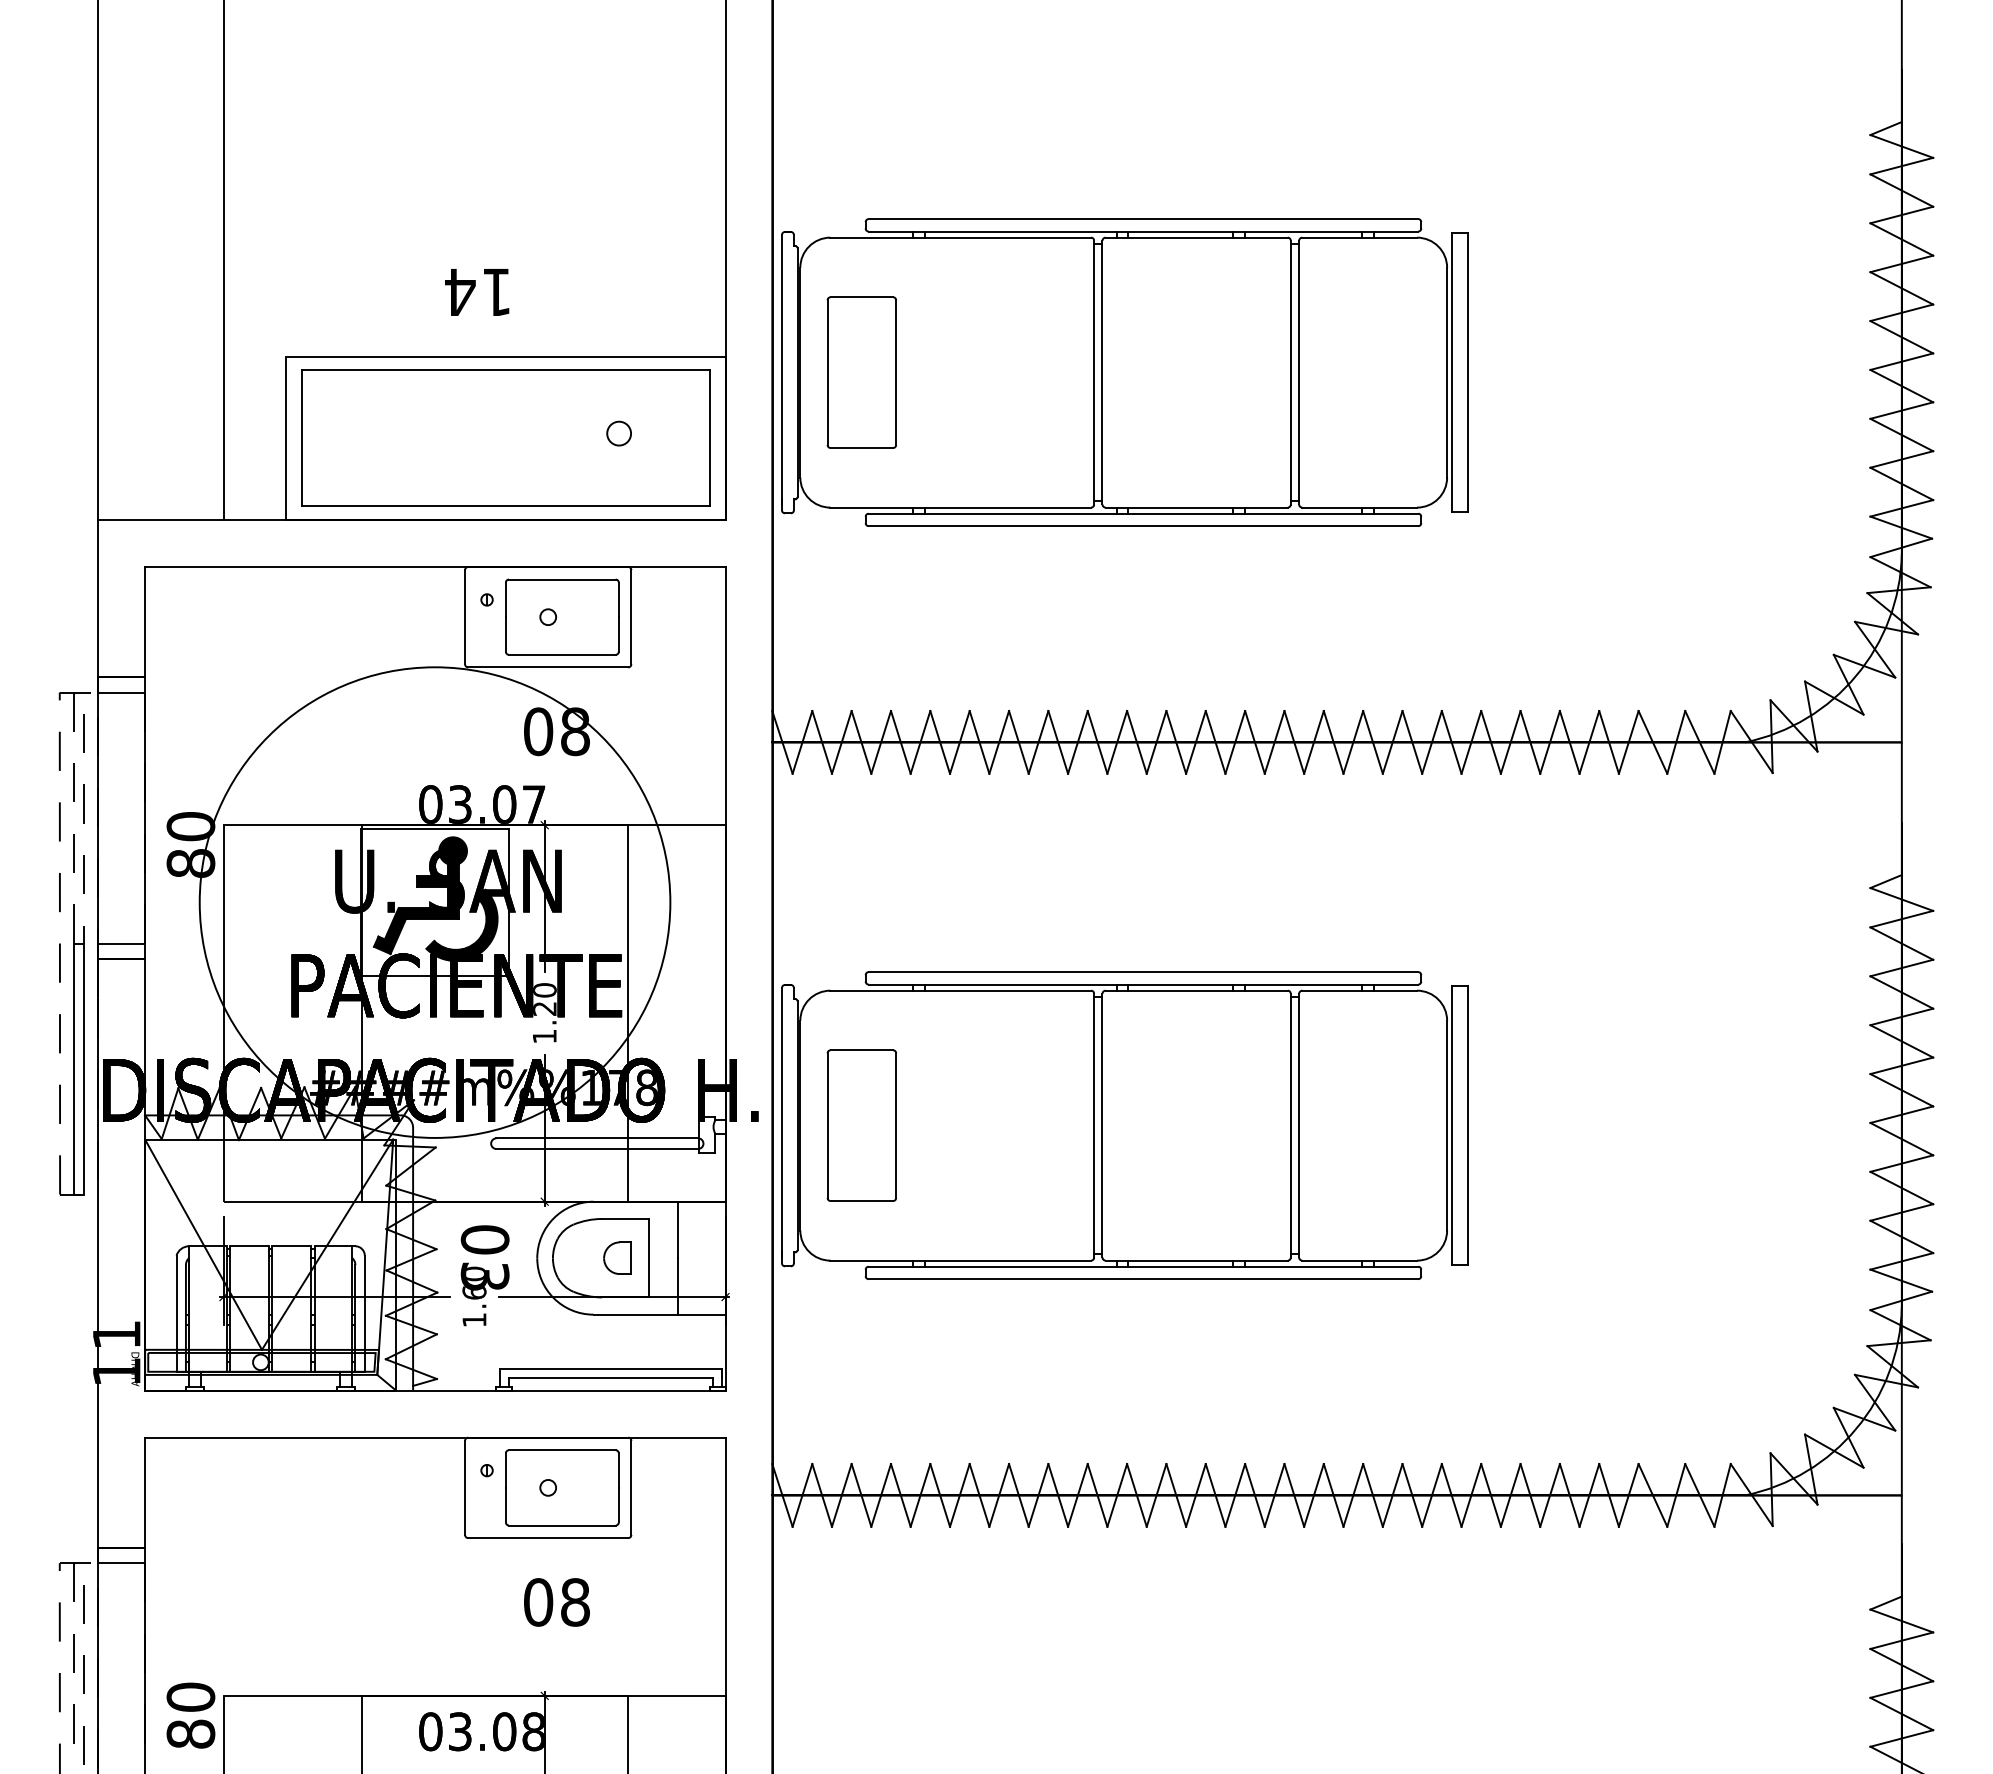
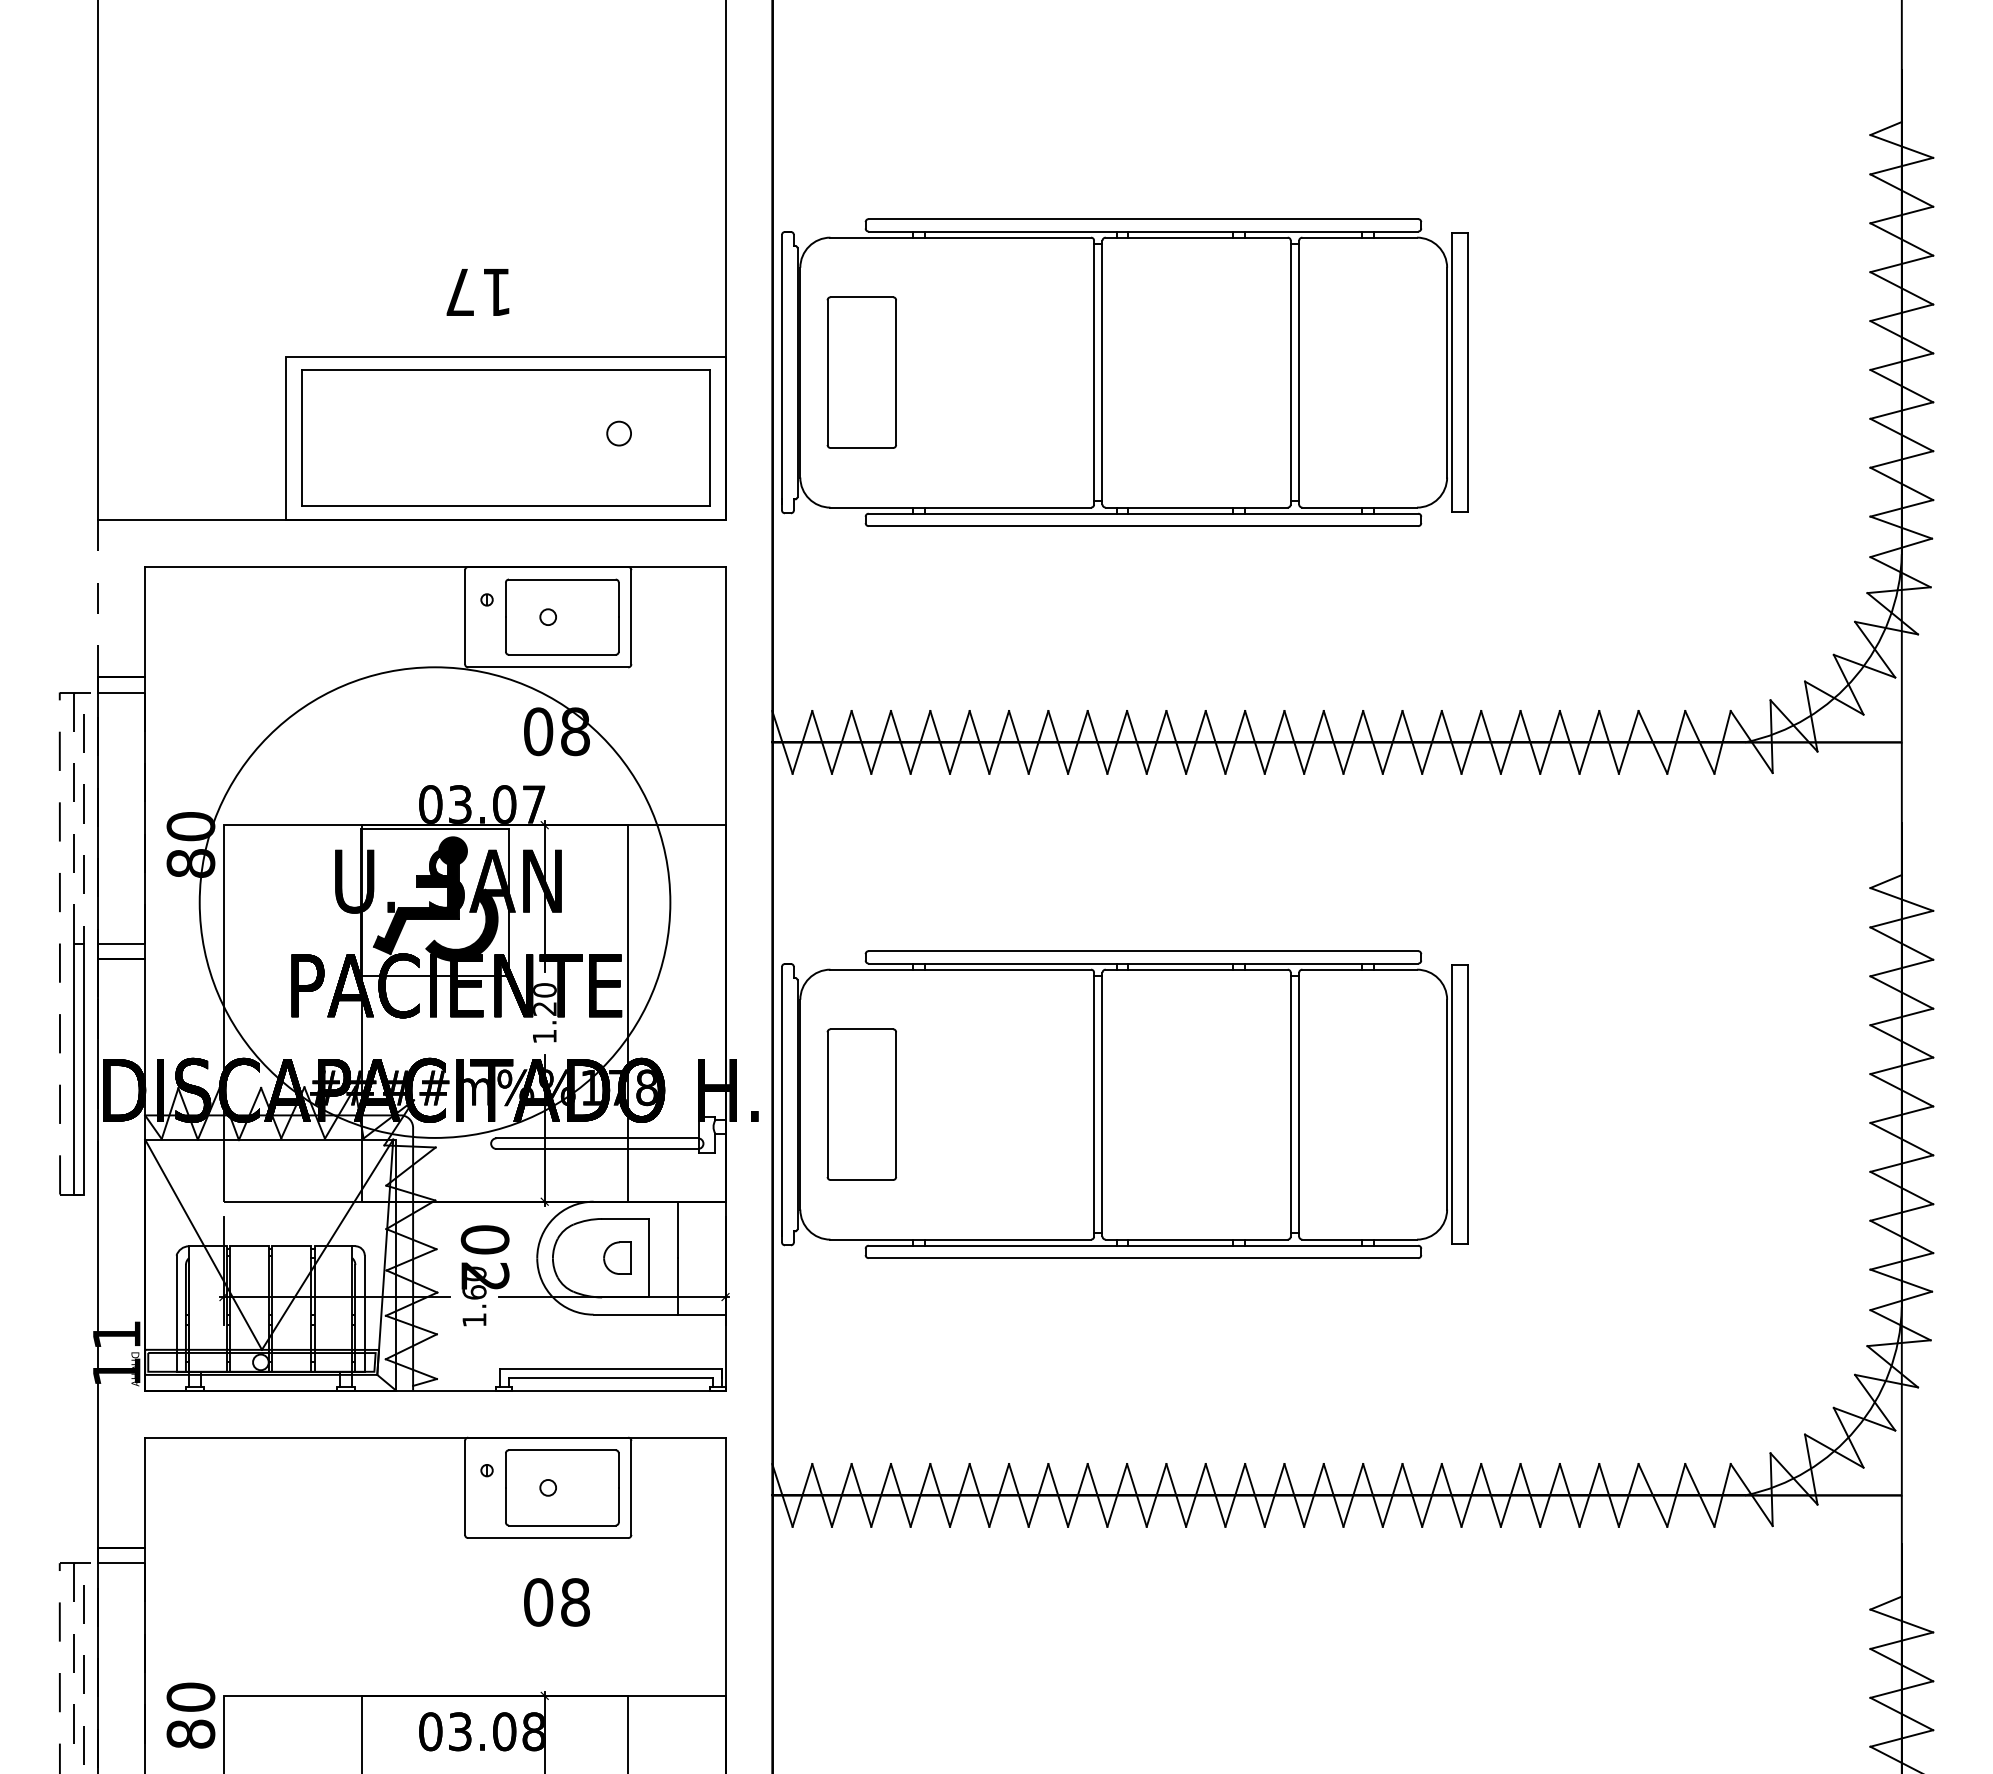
line at (223, 260): present -> none
text at (460, 292): 14 -> 17
line at (98, 597): solid -> dashed
part at (1124, 1125) position: (1124, 1125) -> (1124, 1104)
text at (484, 1276): 03 -> 02
